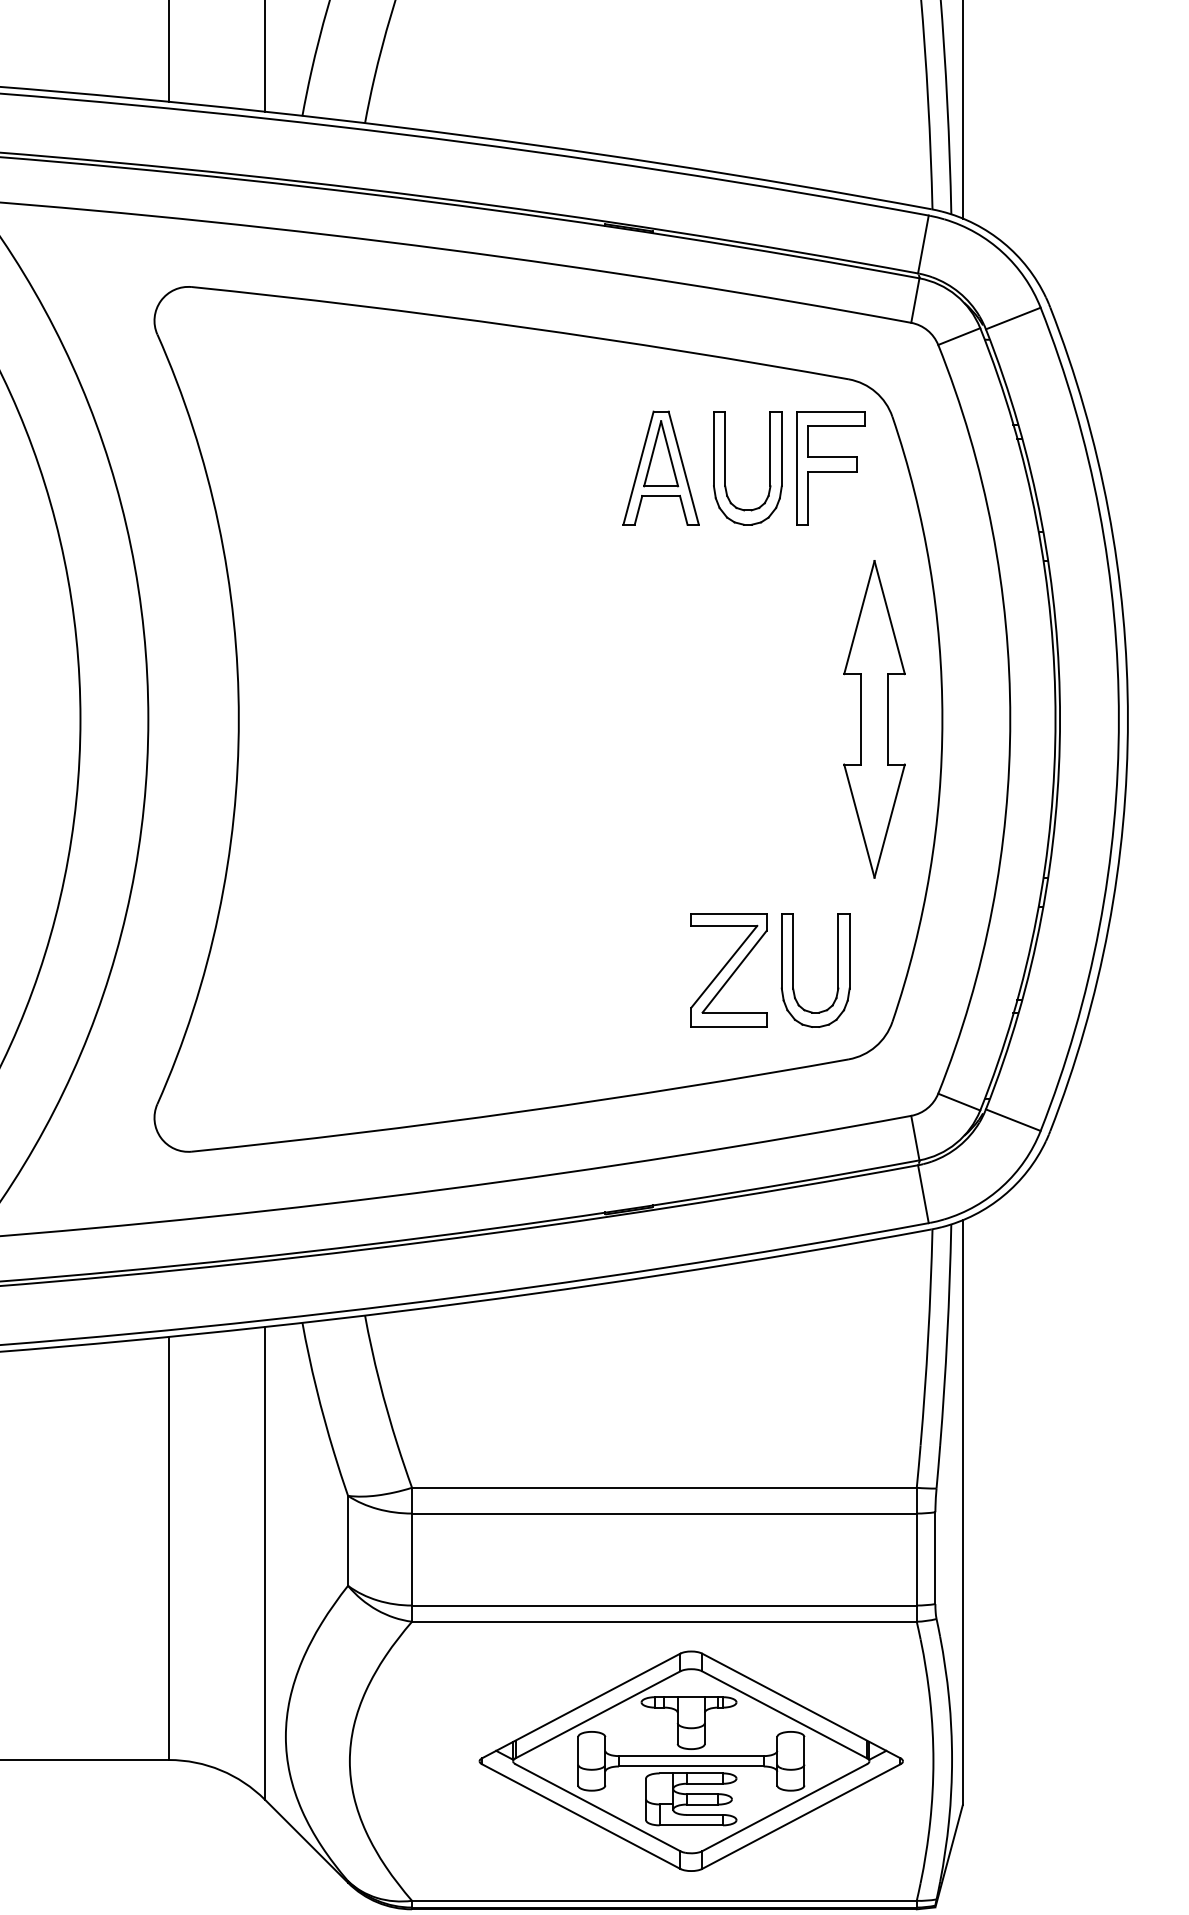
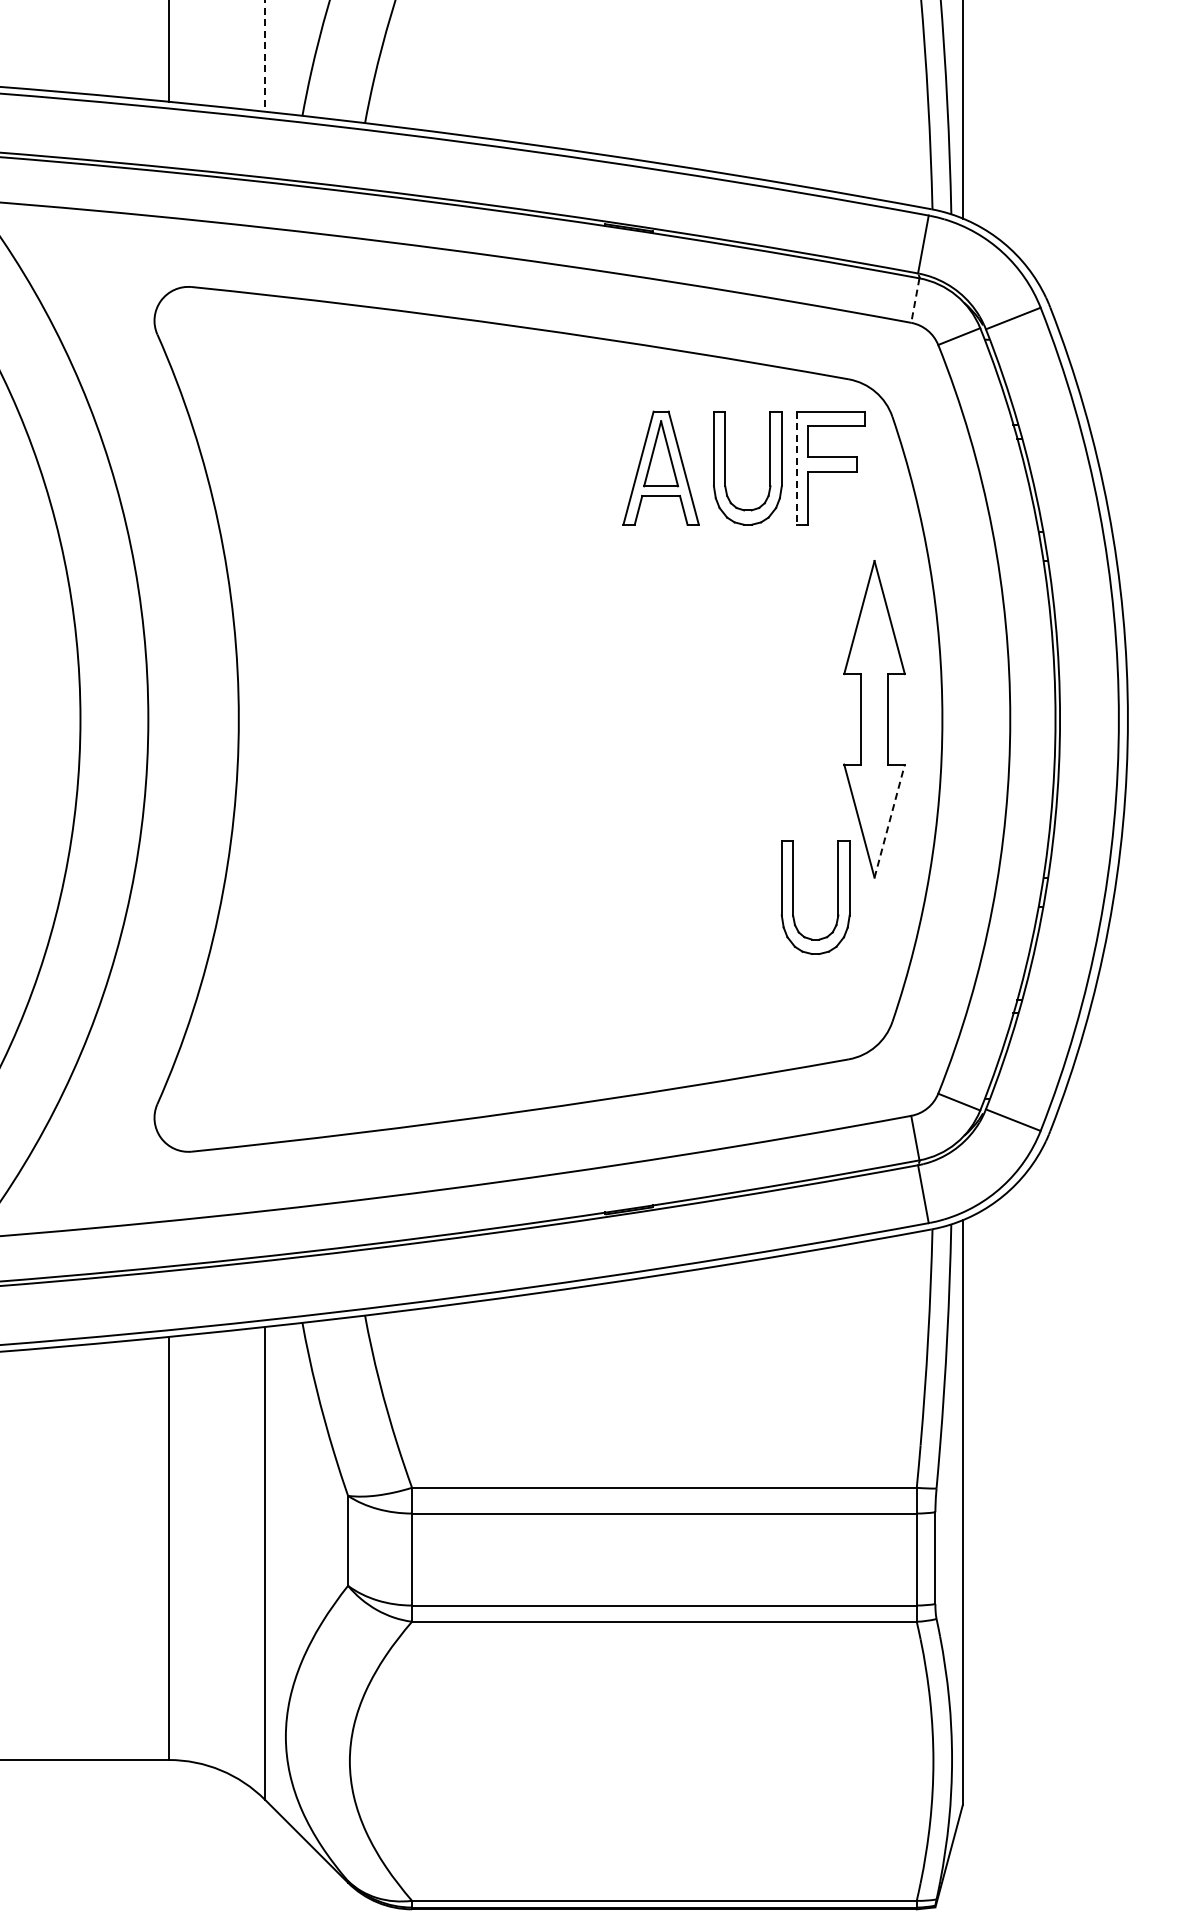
line at (265, 56): solid -> dashed
line at (915, 300): solid -> dashed
line at (796, 468): solid -> dashed
line at (889, 821): solid -> dashed
part at (728, 970): present -> none
part at (793, 970) position: (793, 970) -> (793, 897)
part at (690, 1760): present -> none
